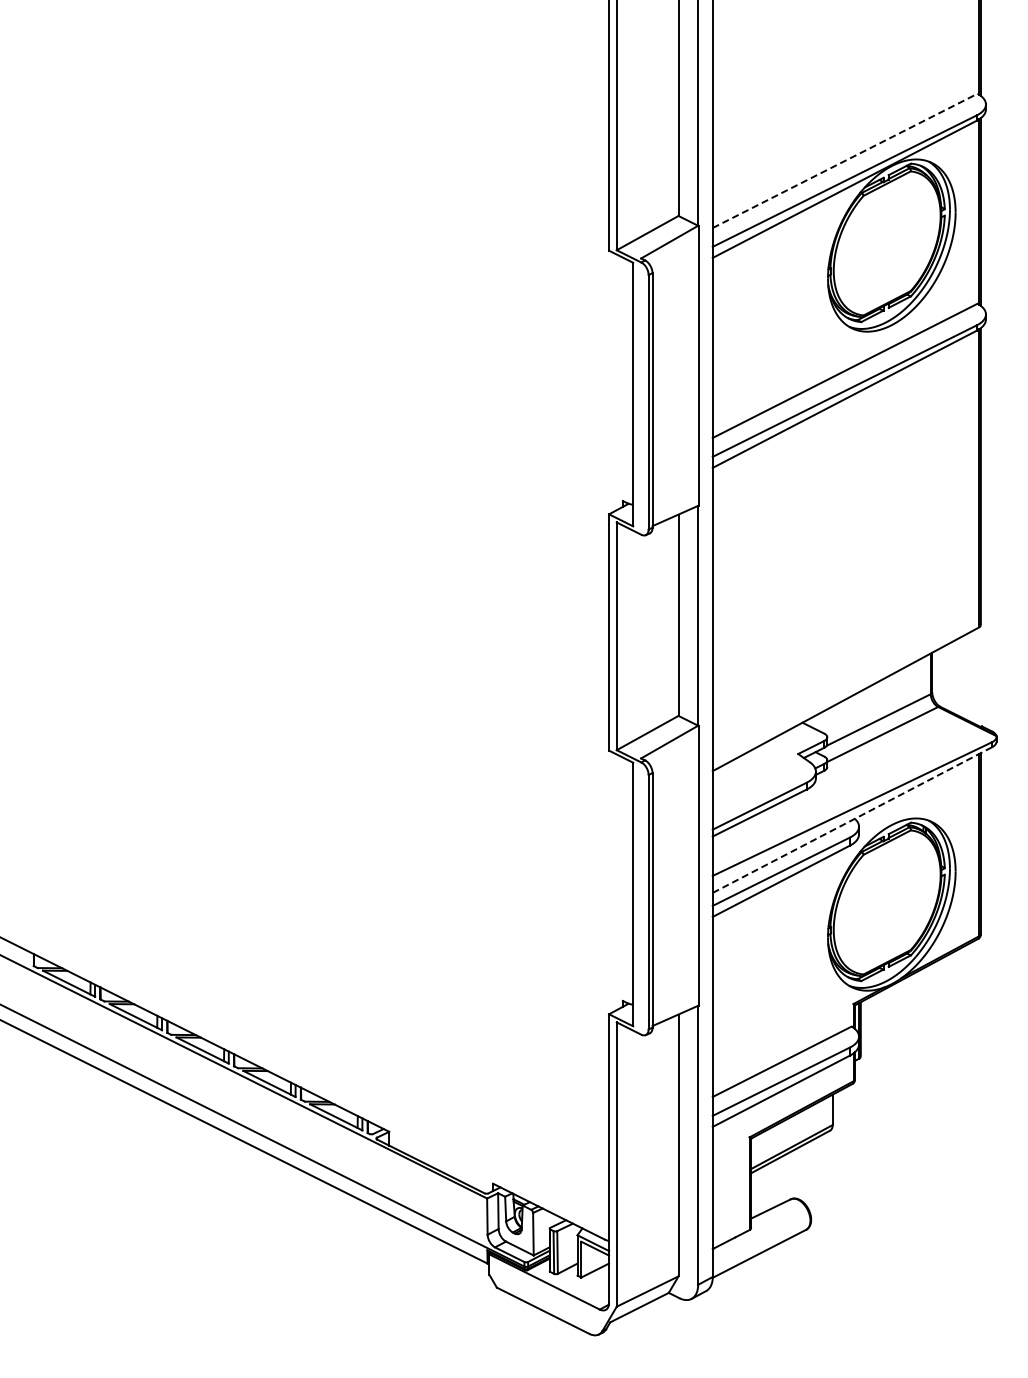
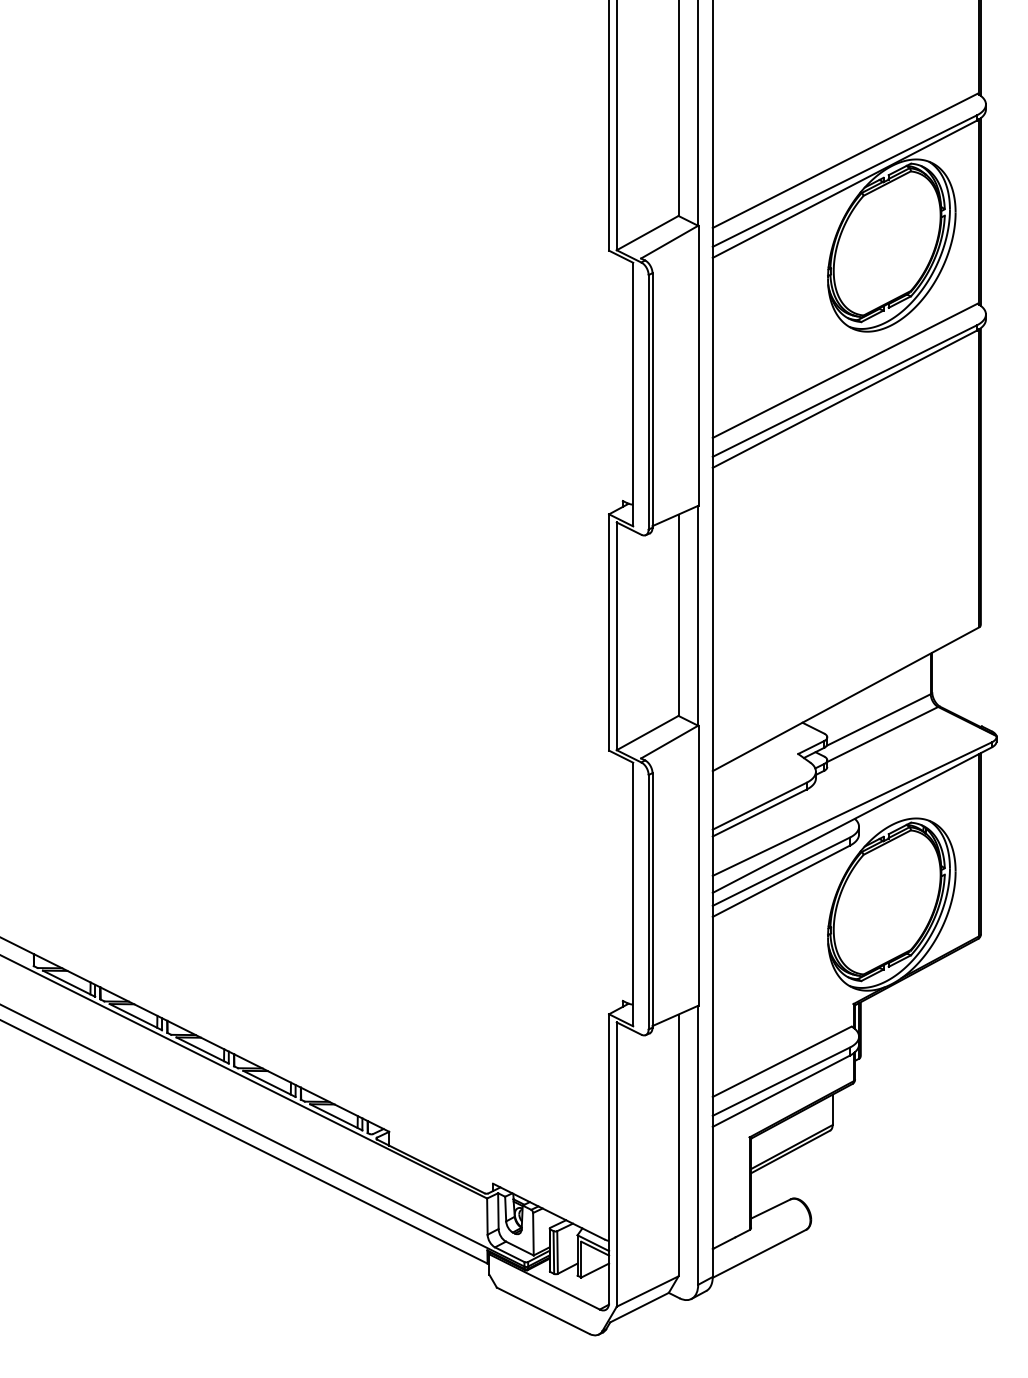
line at (845, 160): dashed -> solid
line at (852, 819): dashed -> solid
